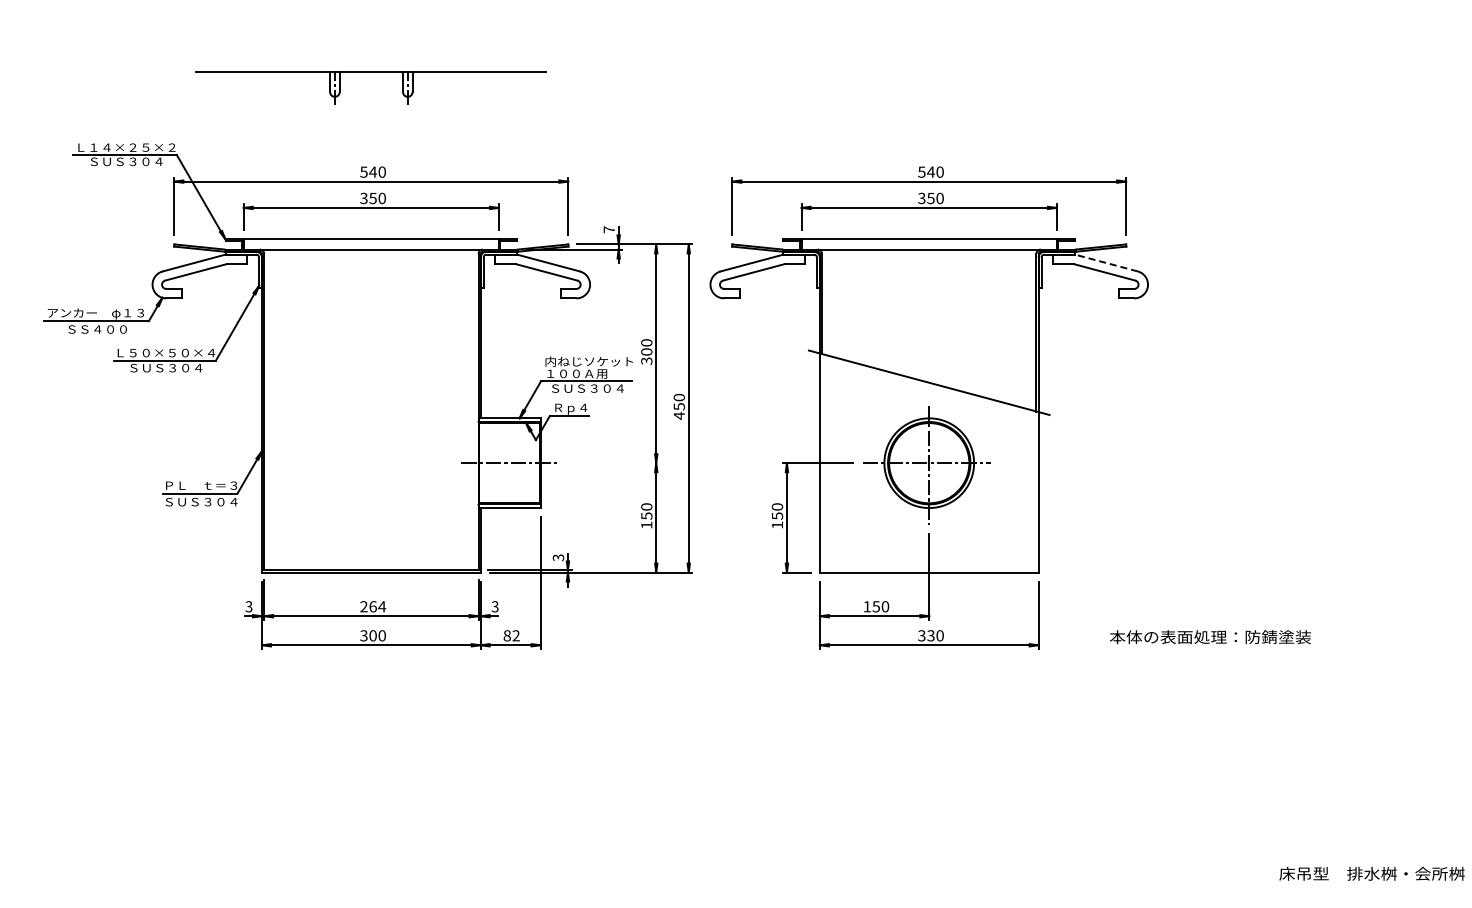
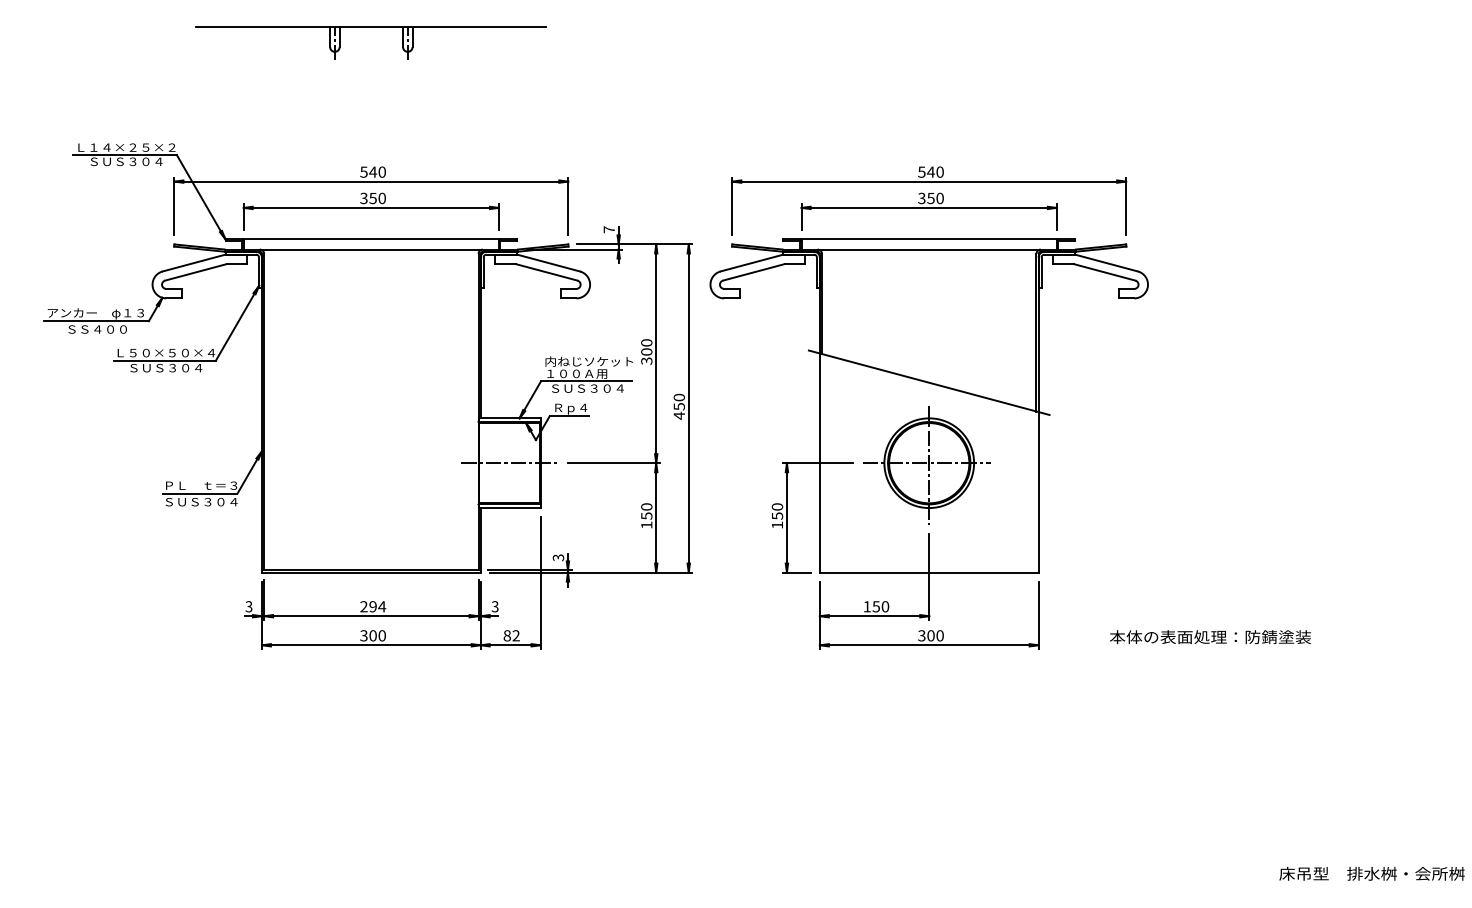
part at (370, 72) position: (370, 72) -> (370, 27)
line at (1105, 262): dashed -> solid
line at (613, 463): none -> present
text at (372, 606): 264 -> 294
text at (930, 635): 330 -> 300
